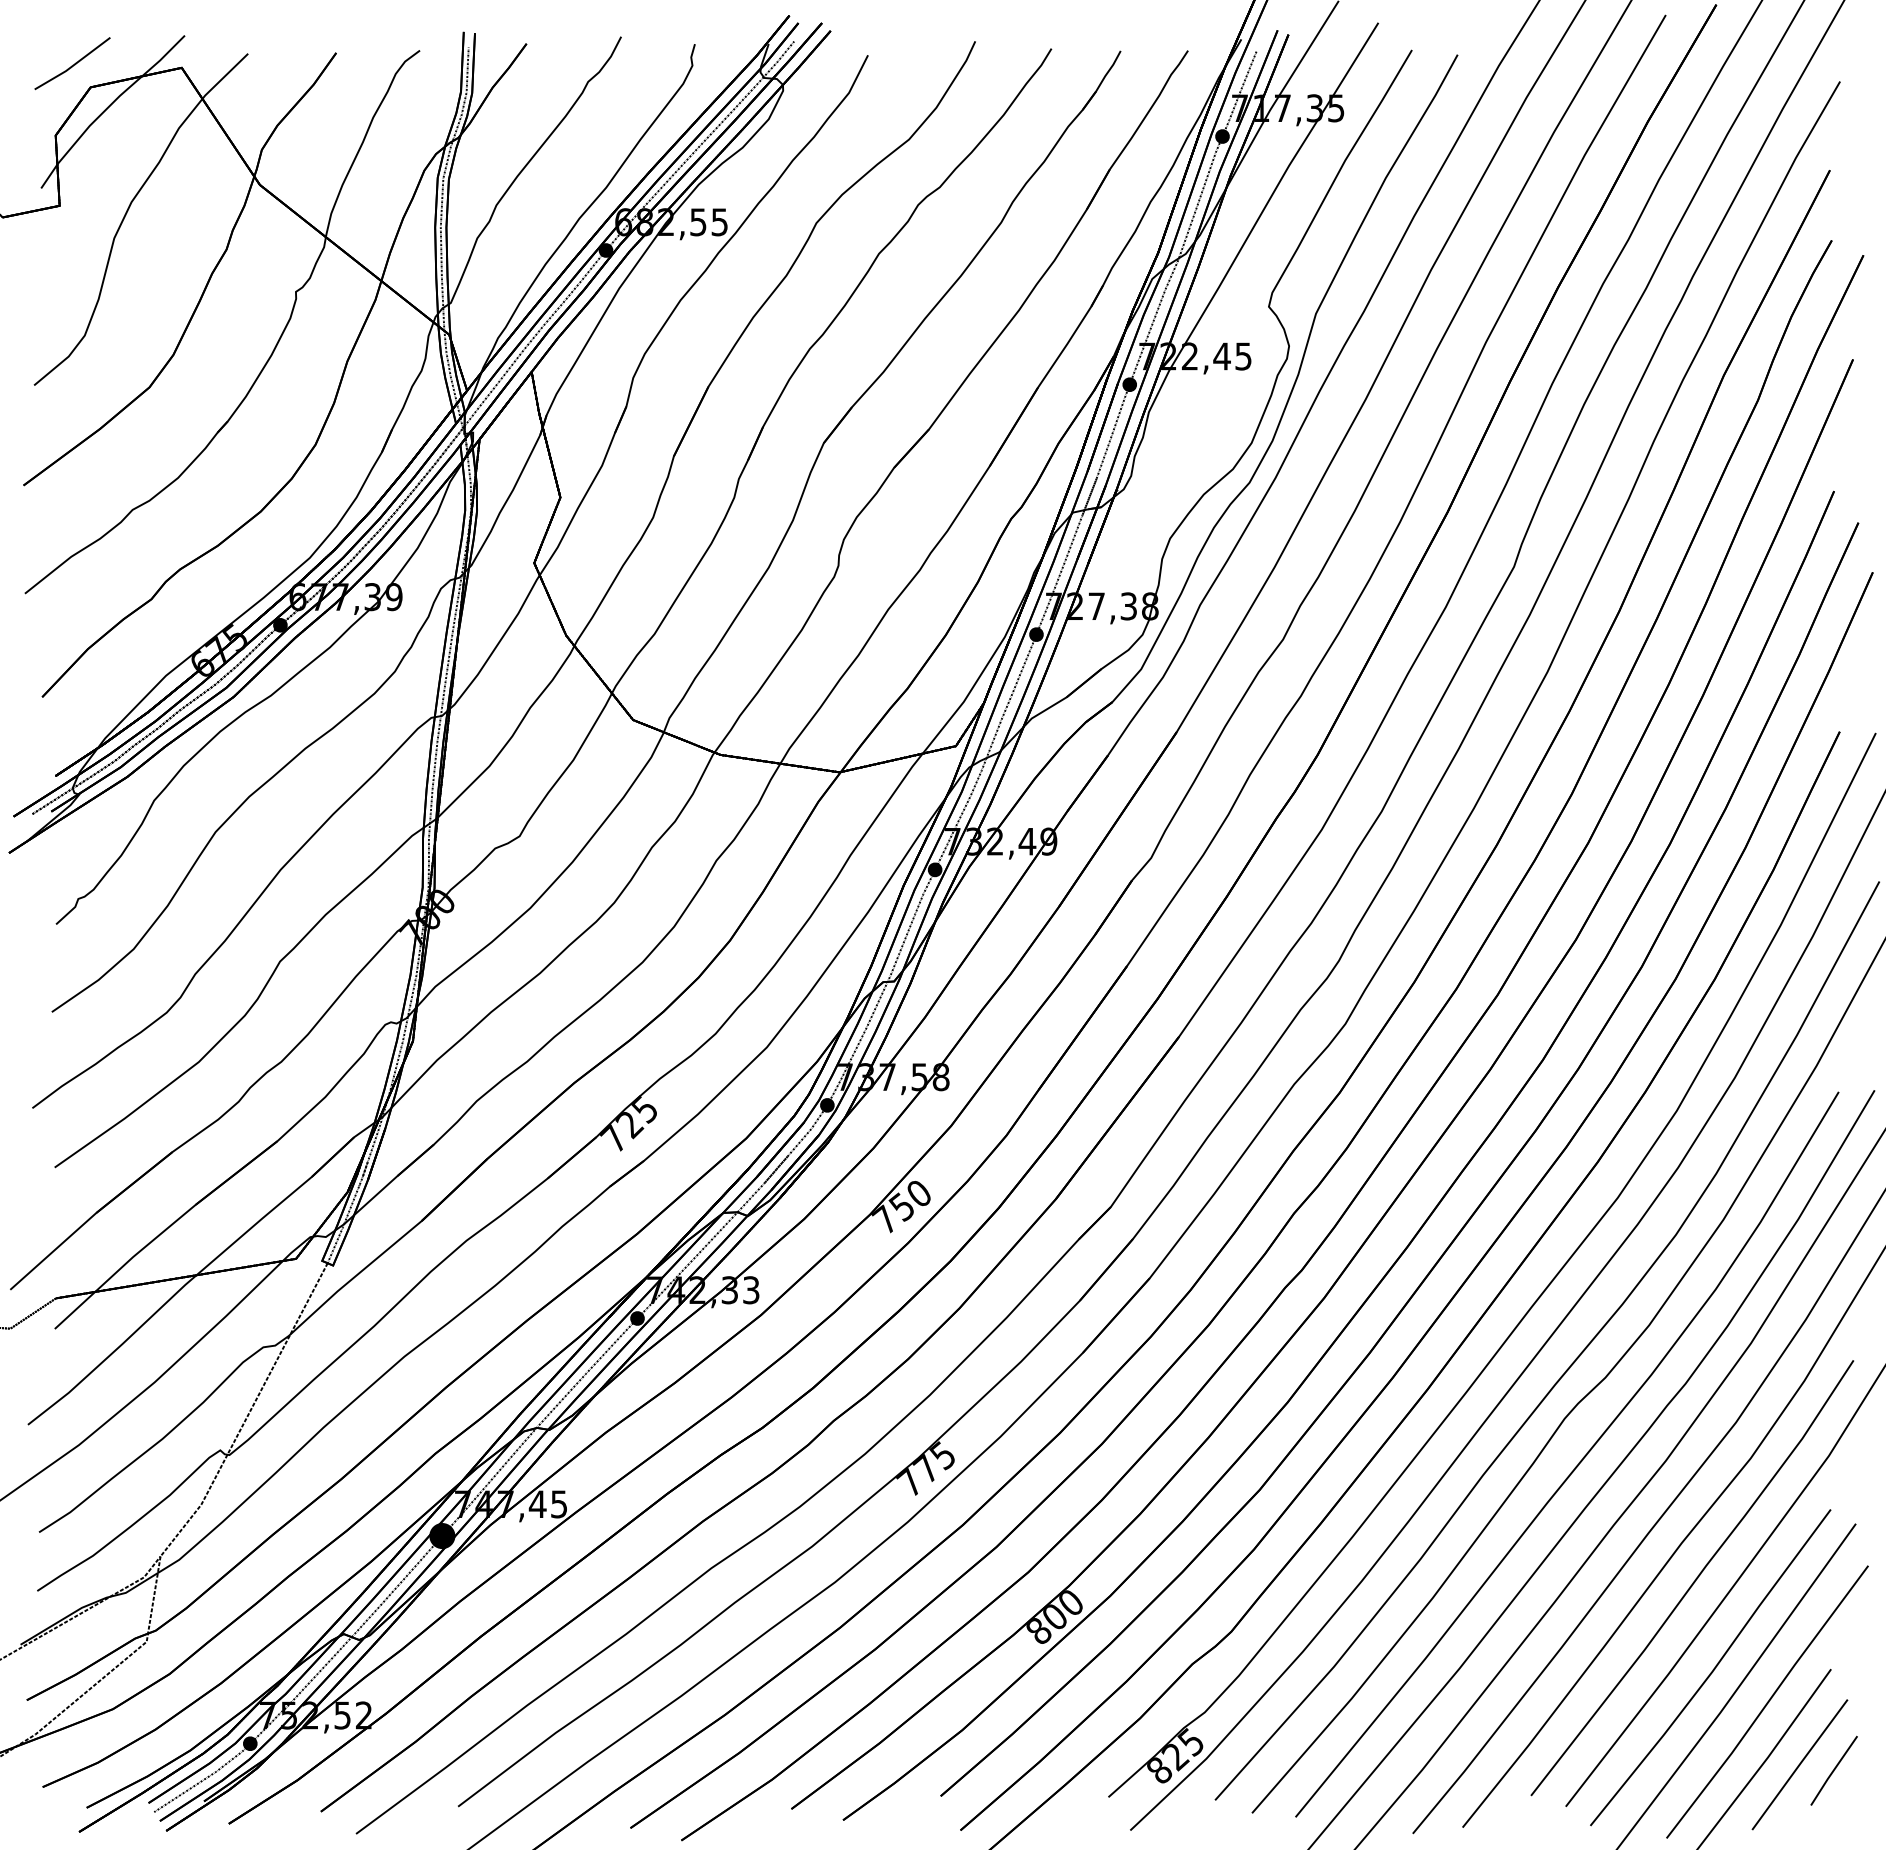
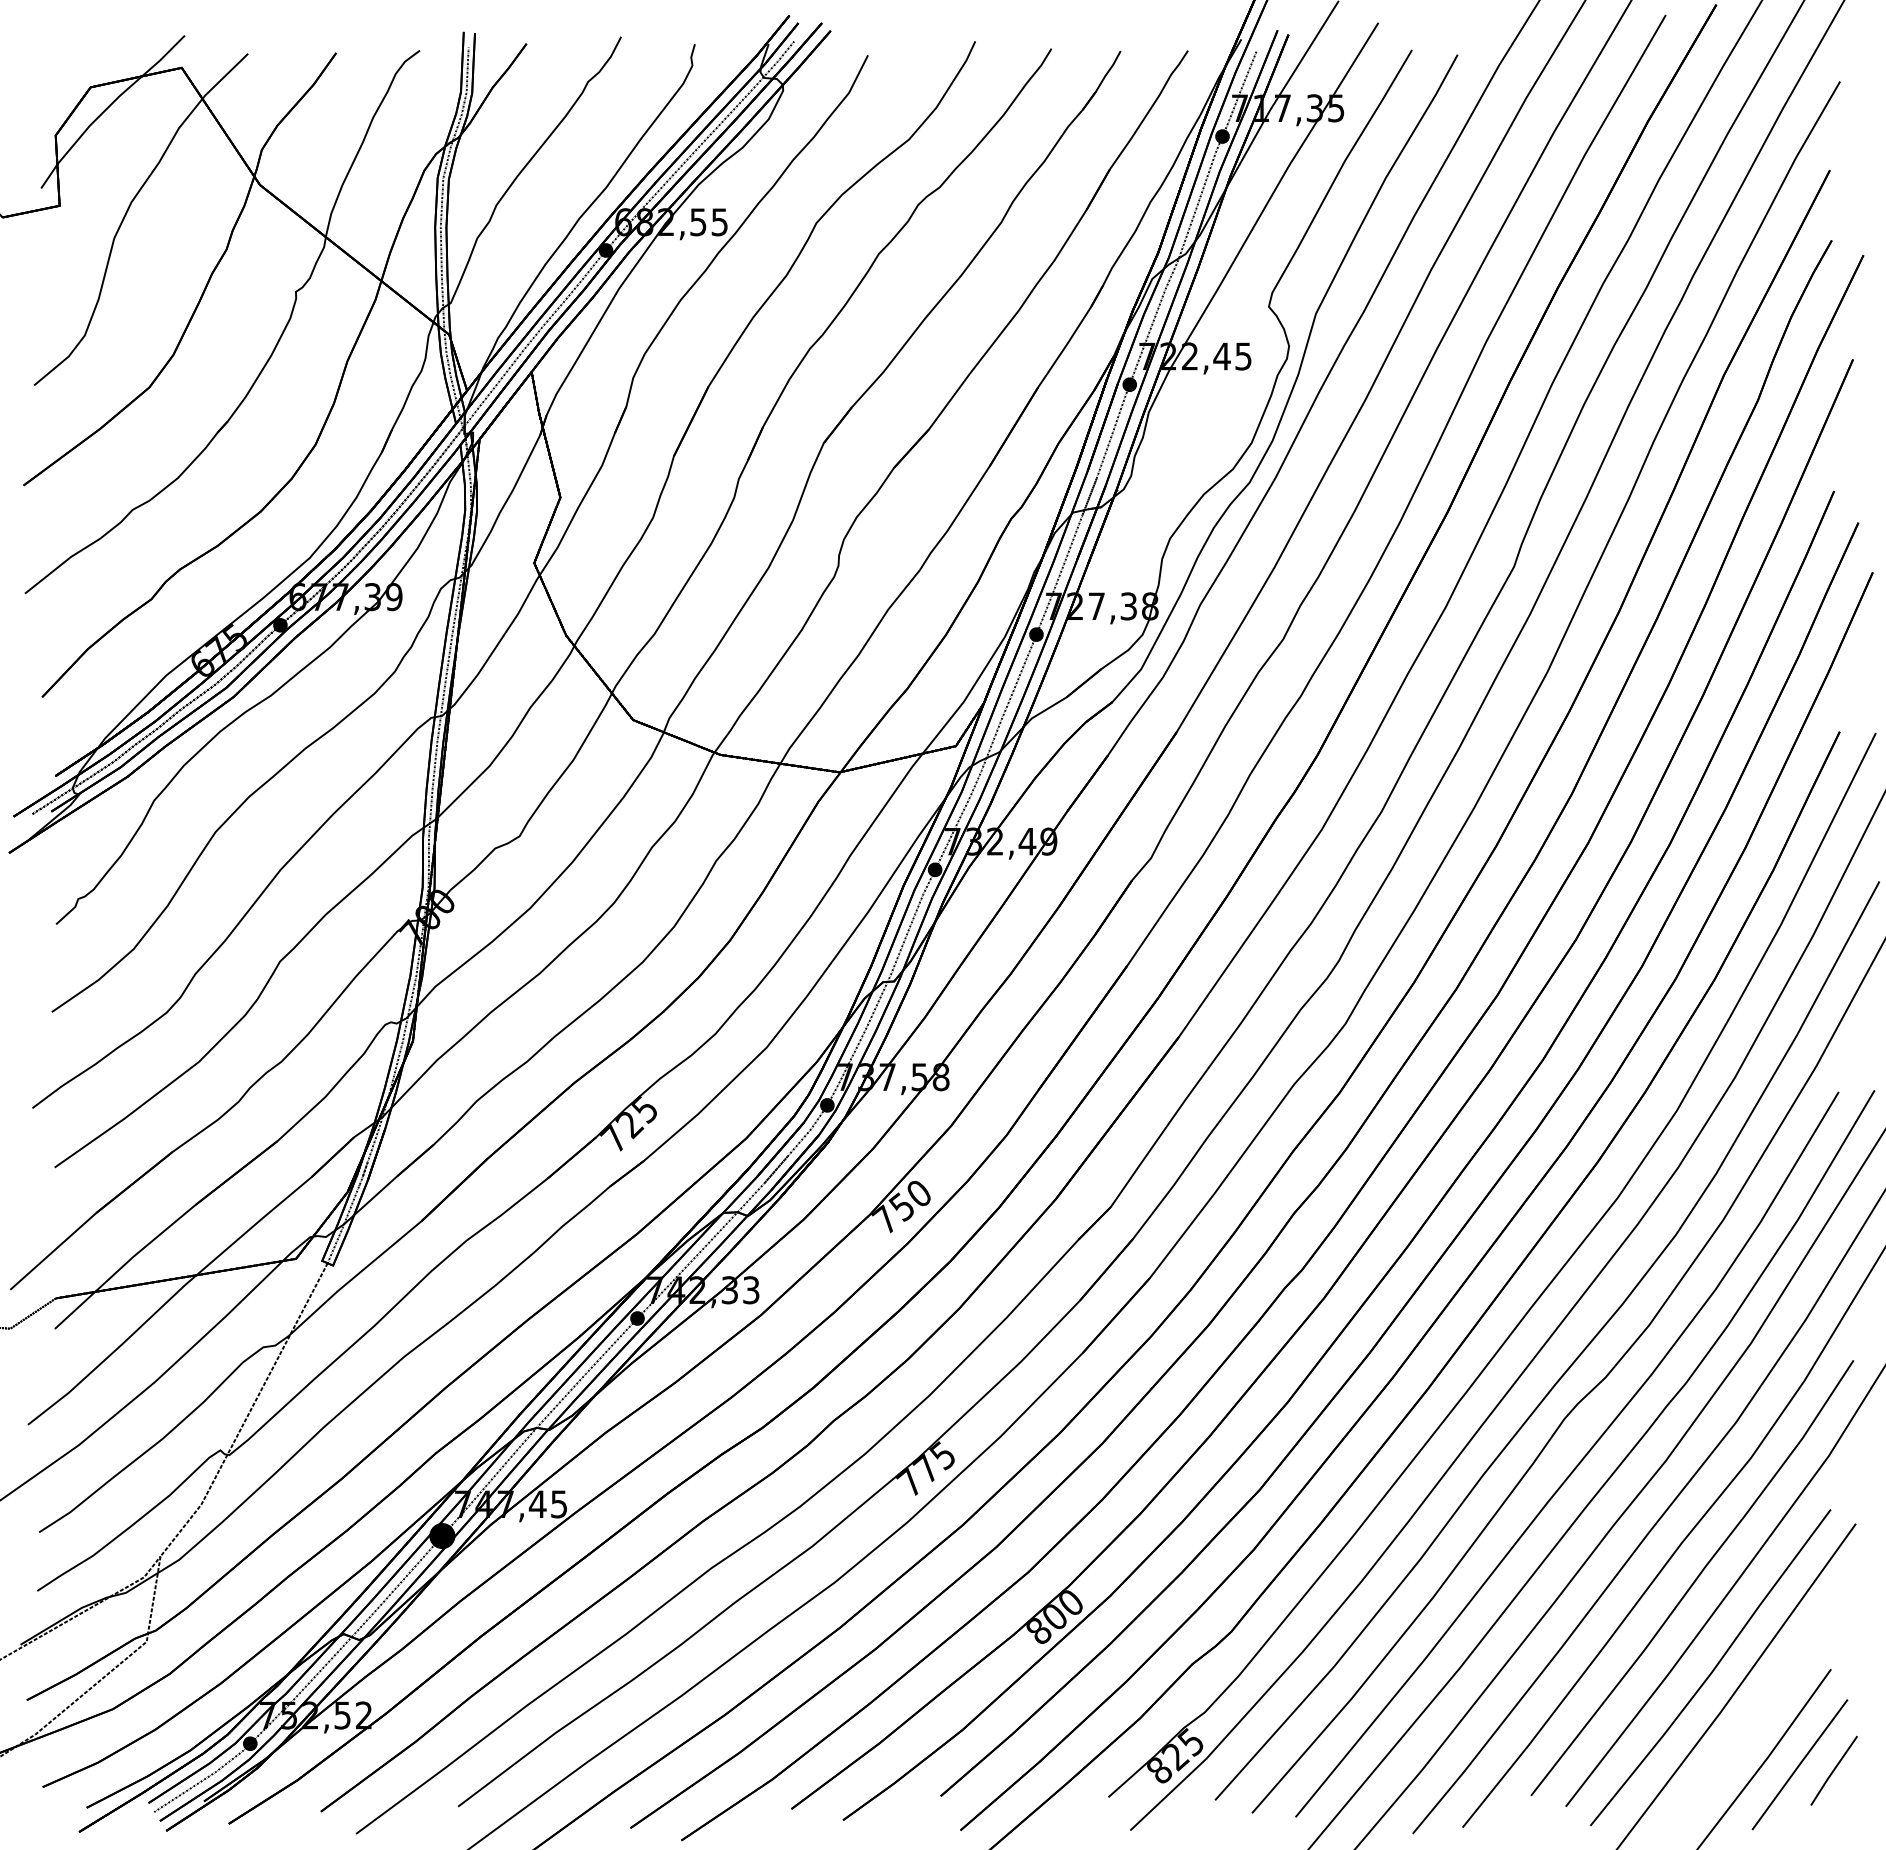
part at (72, 63): present -> none
line at (1767, 1701): present -> none
